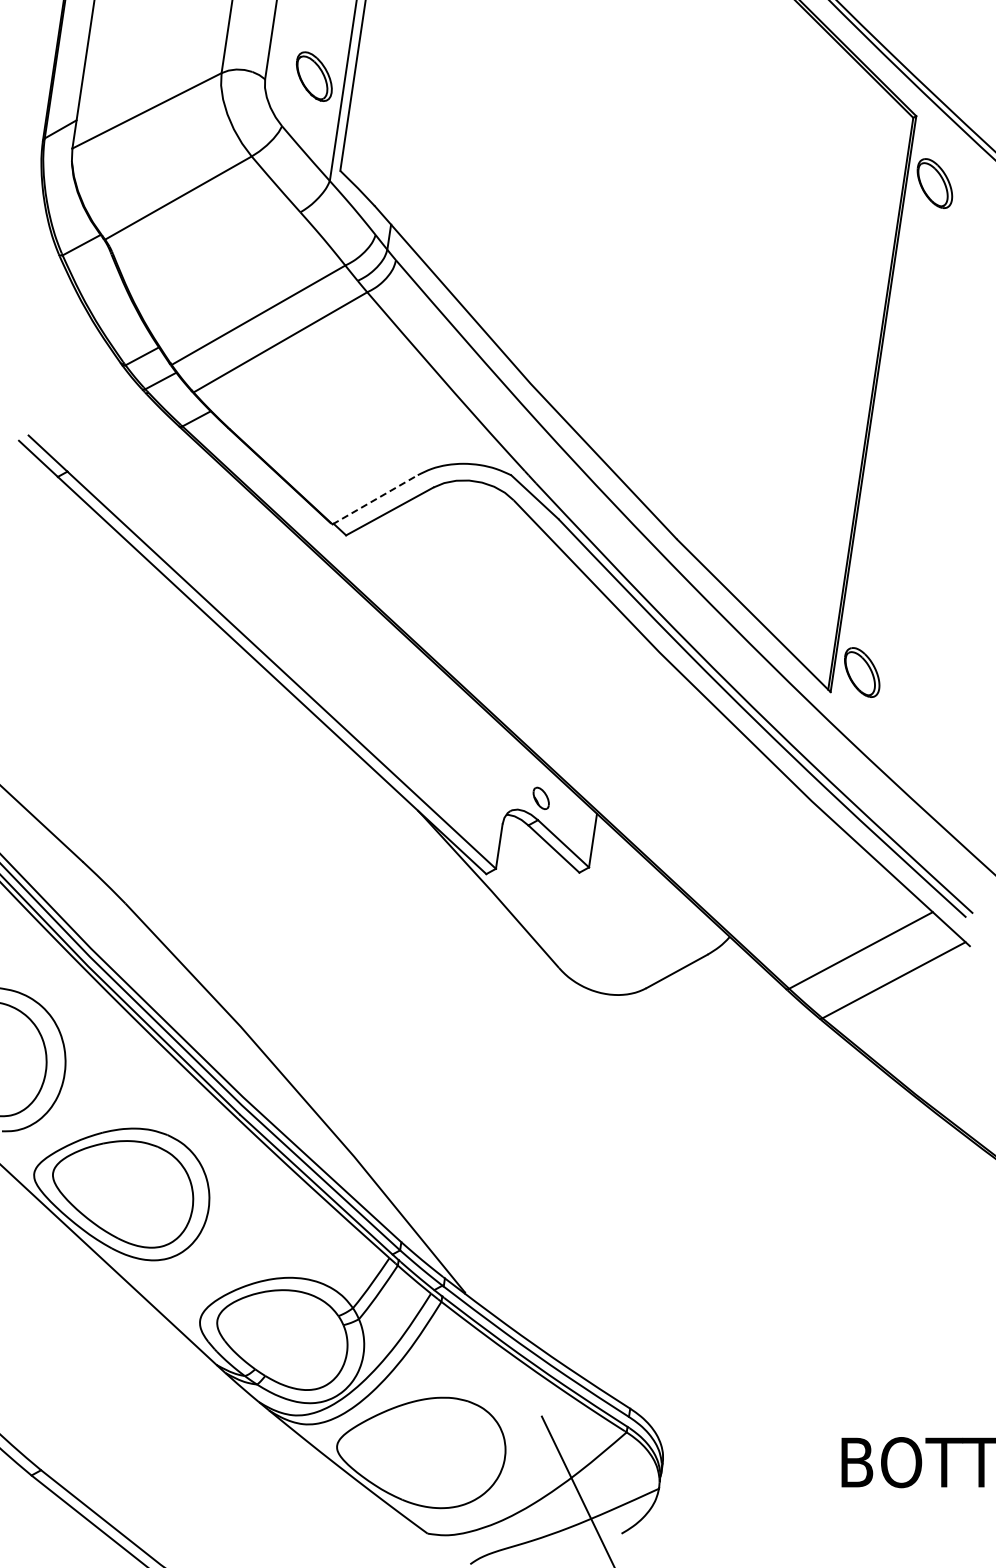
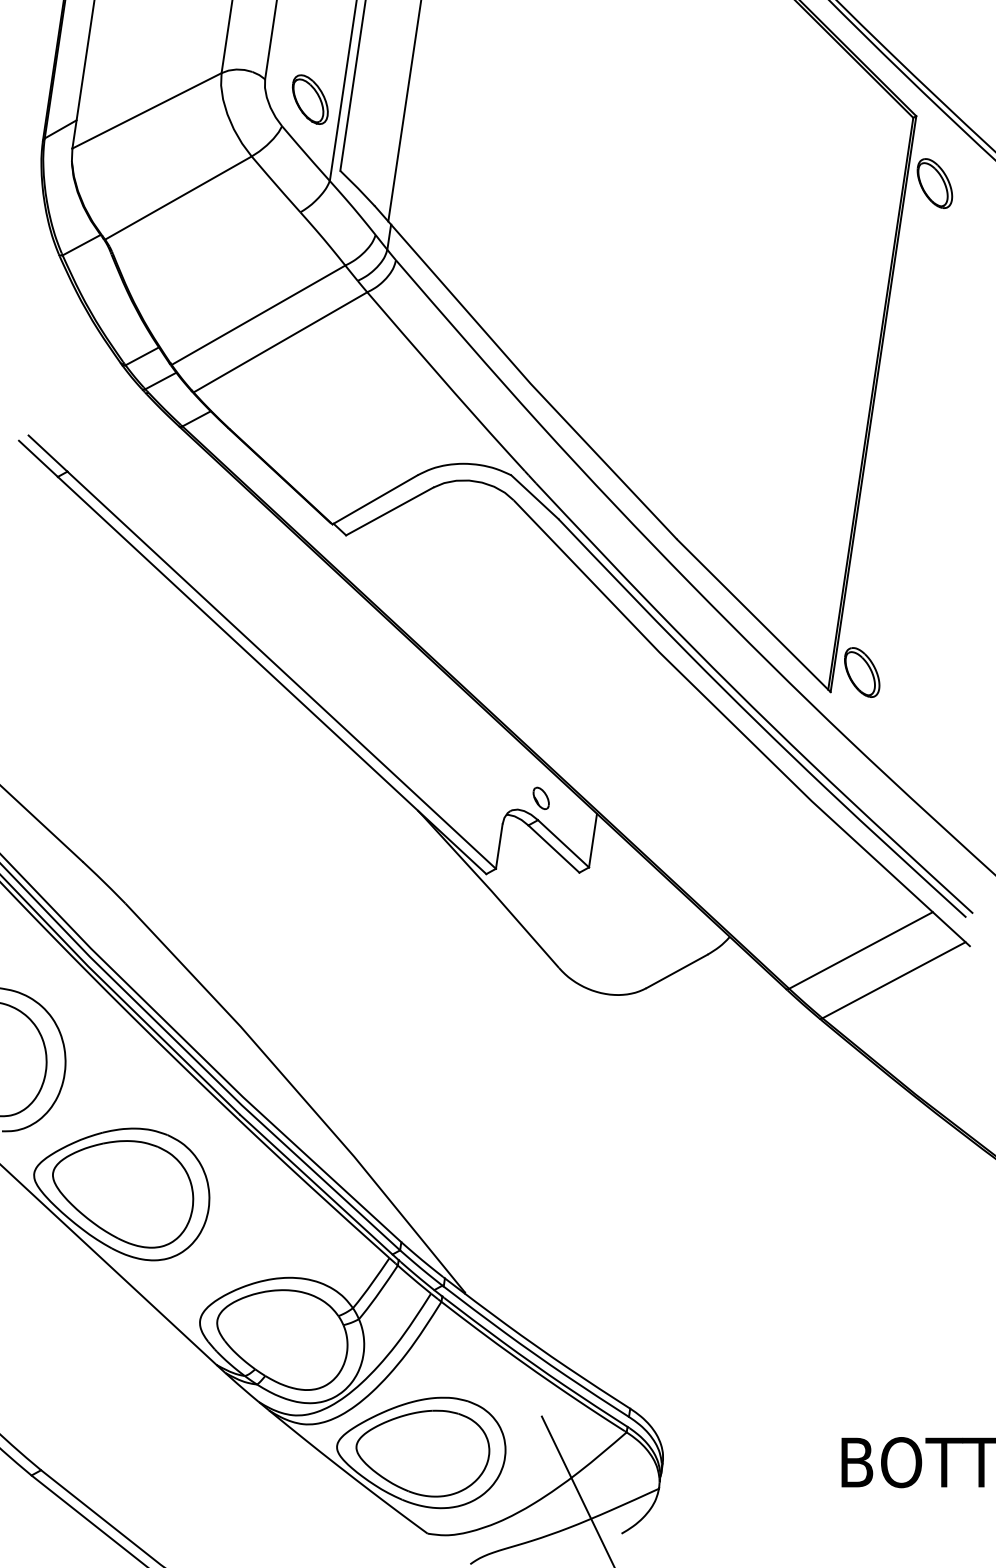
part at (313, 76) position: (313, 76) -> (309, 99)
line at (404, 111): none -> present
line at (375, 499): dashed -> solid
part at (422, 1453): none -> present
